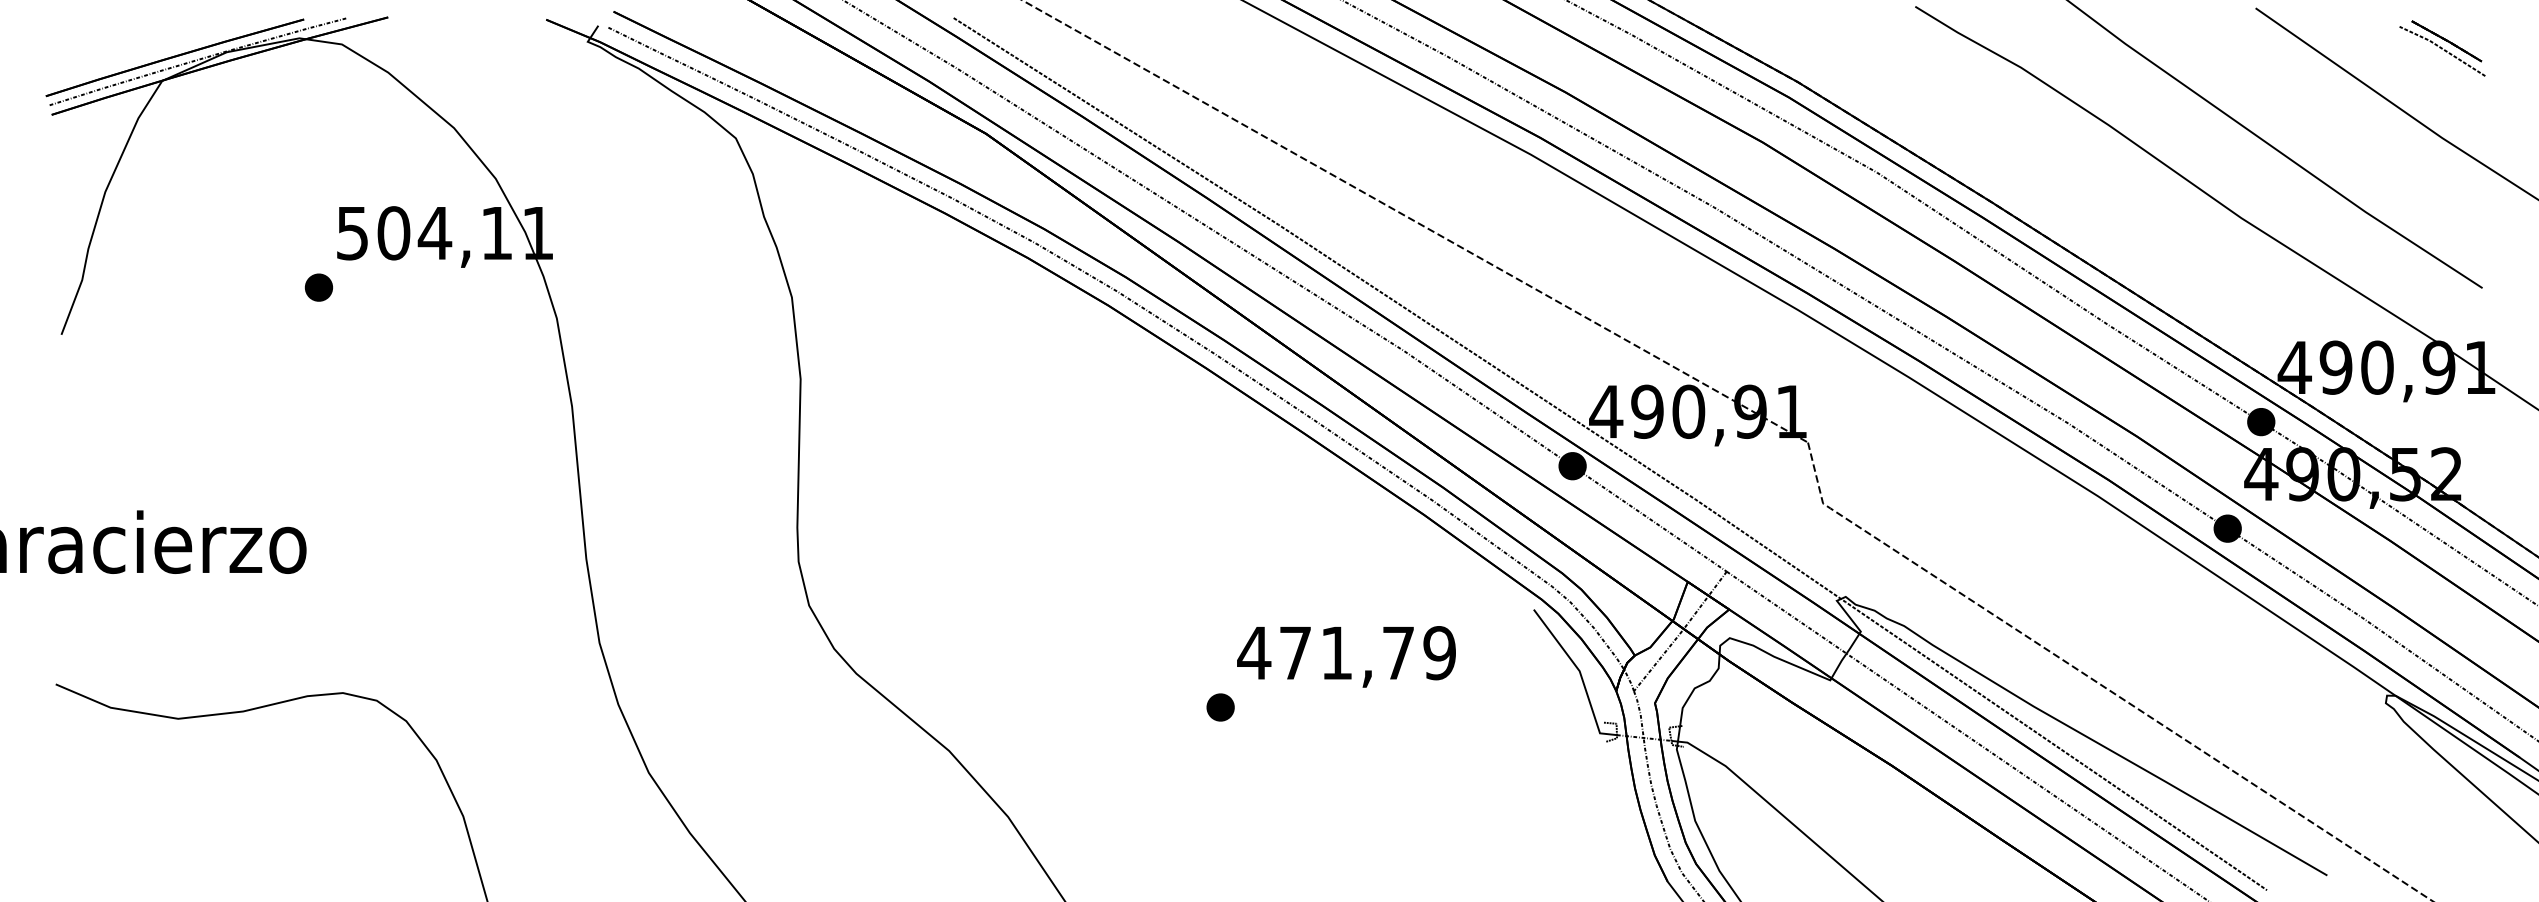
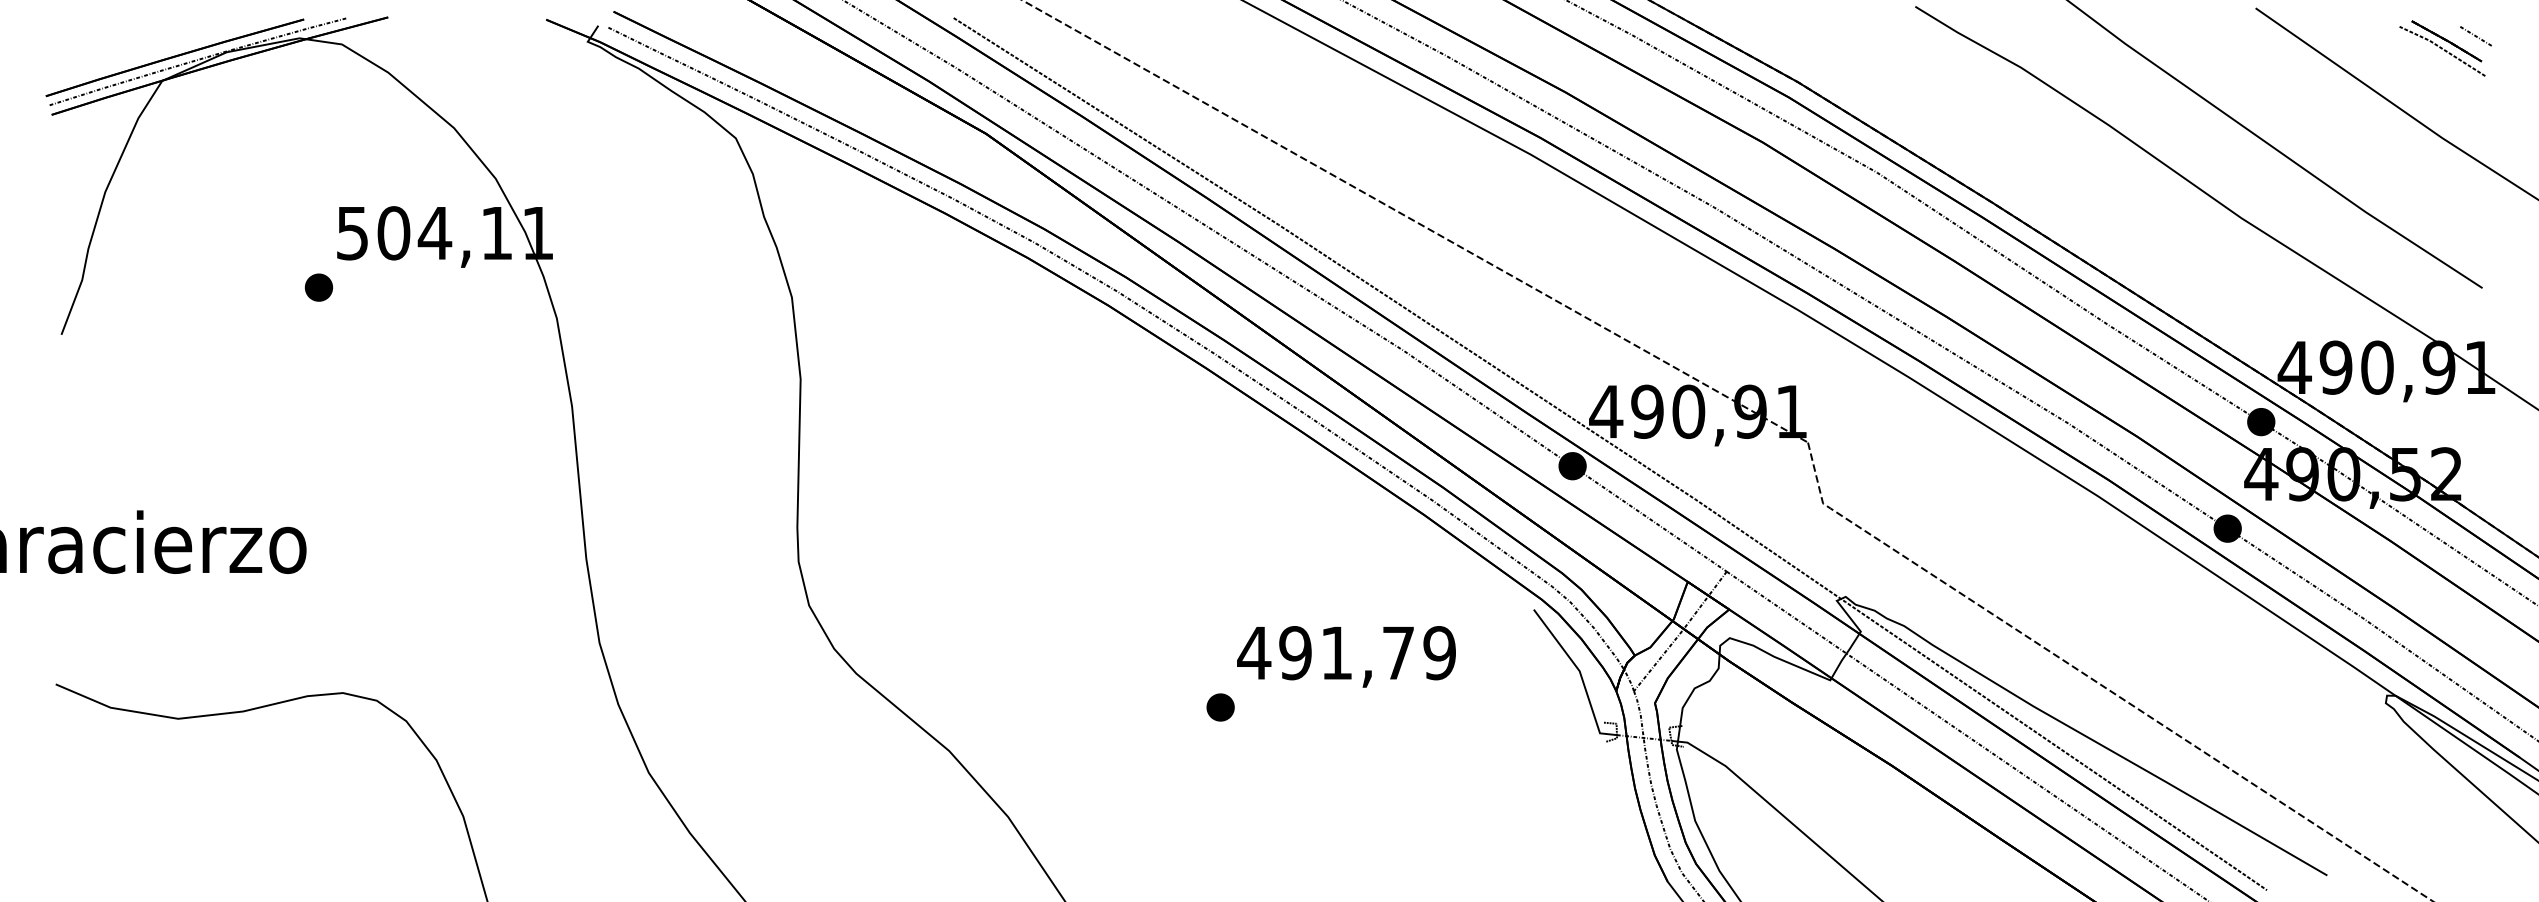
line at (2475, 36): none -> present
text at (1295, 653): 471,79 -> 491,79
